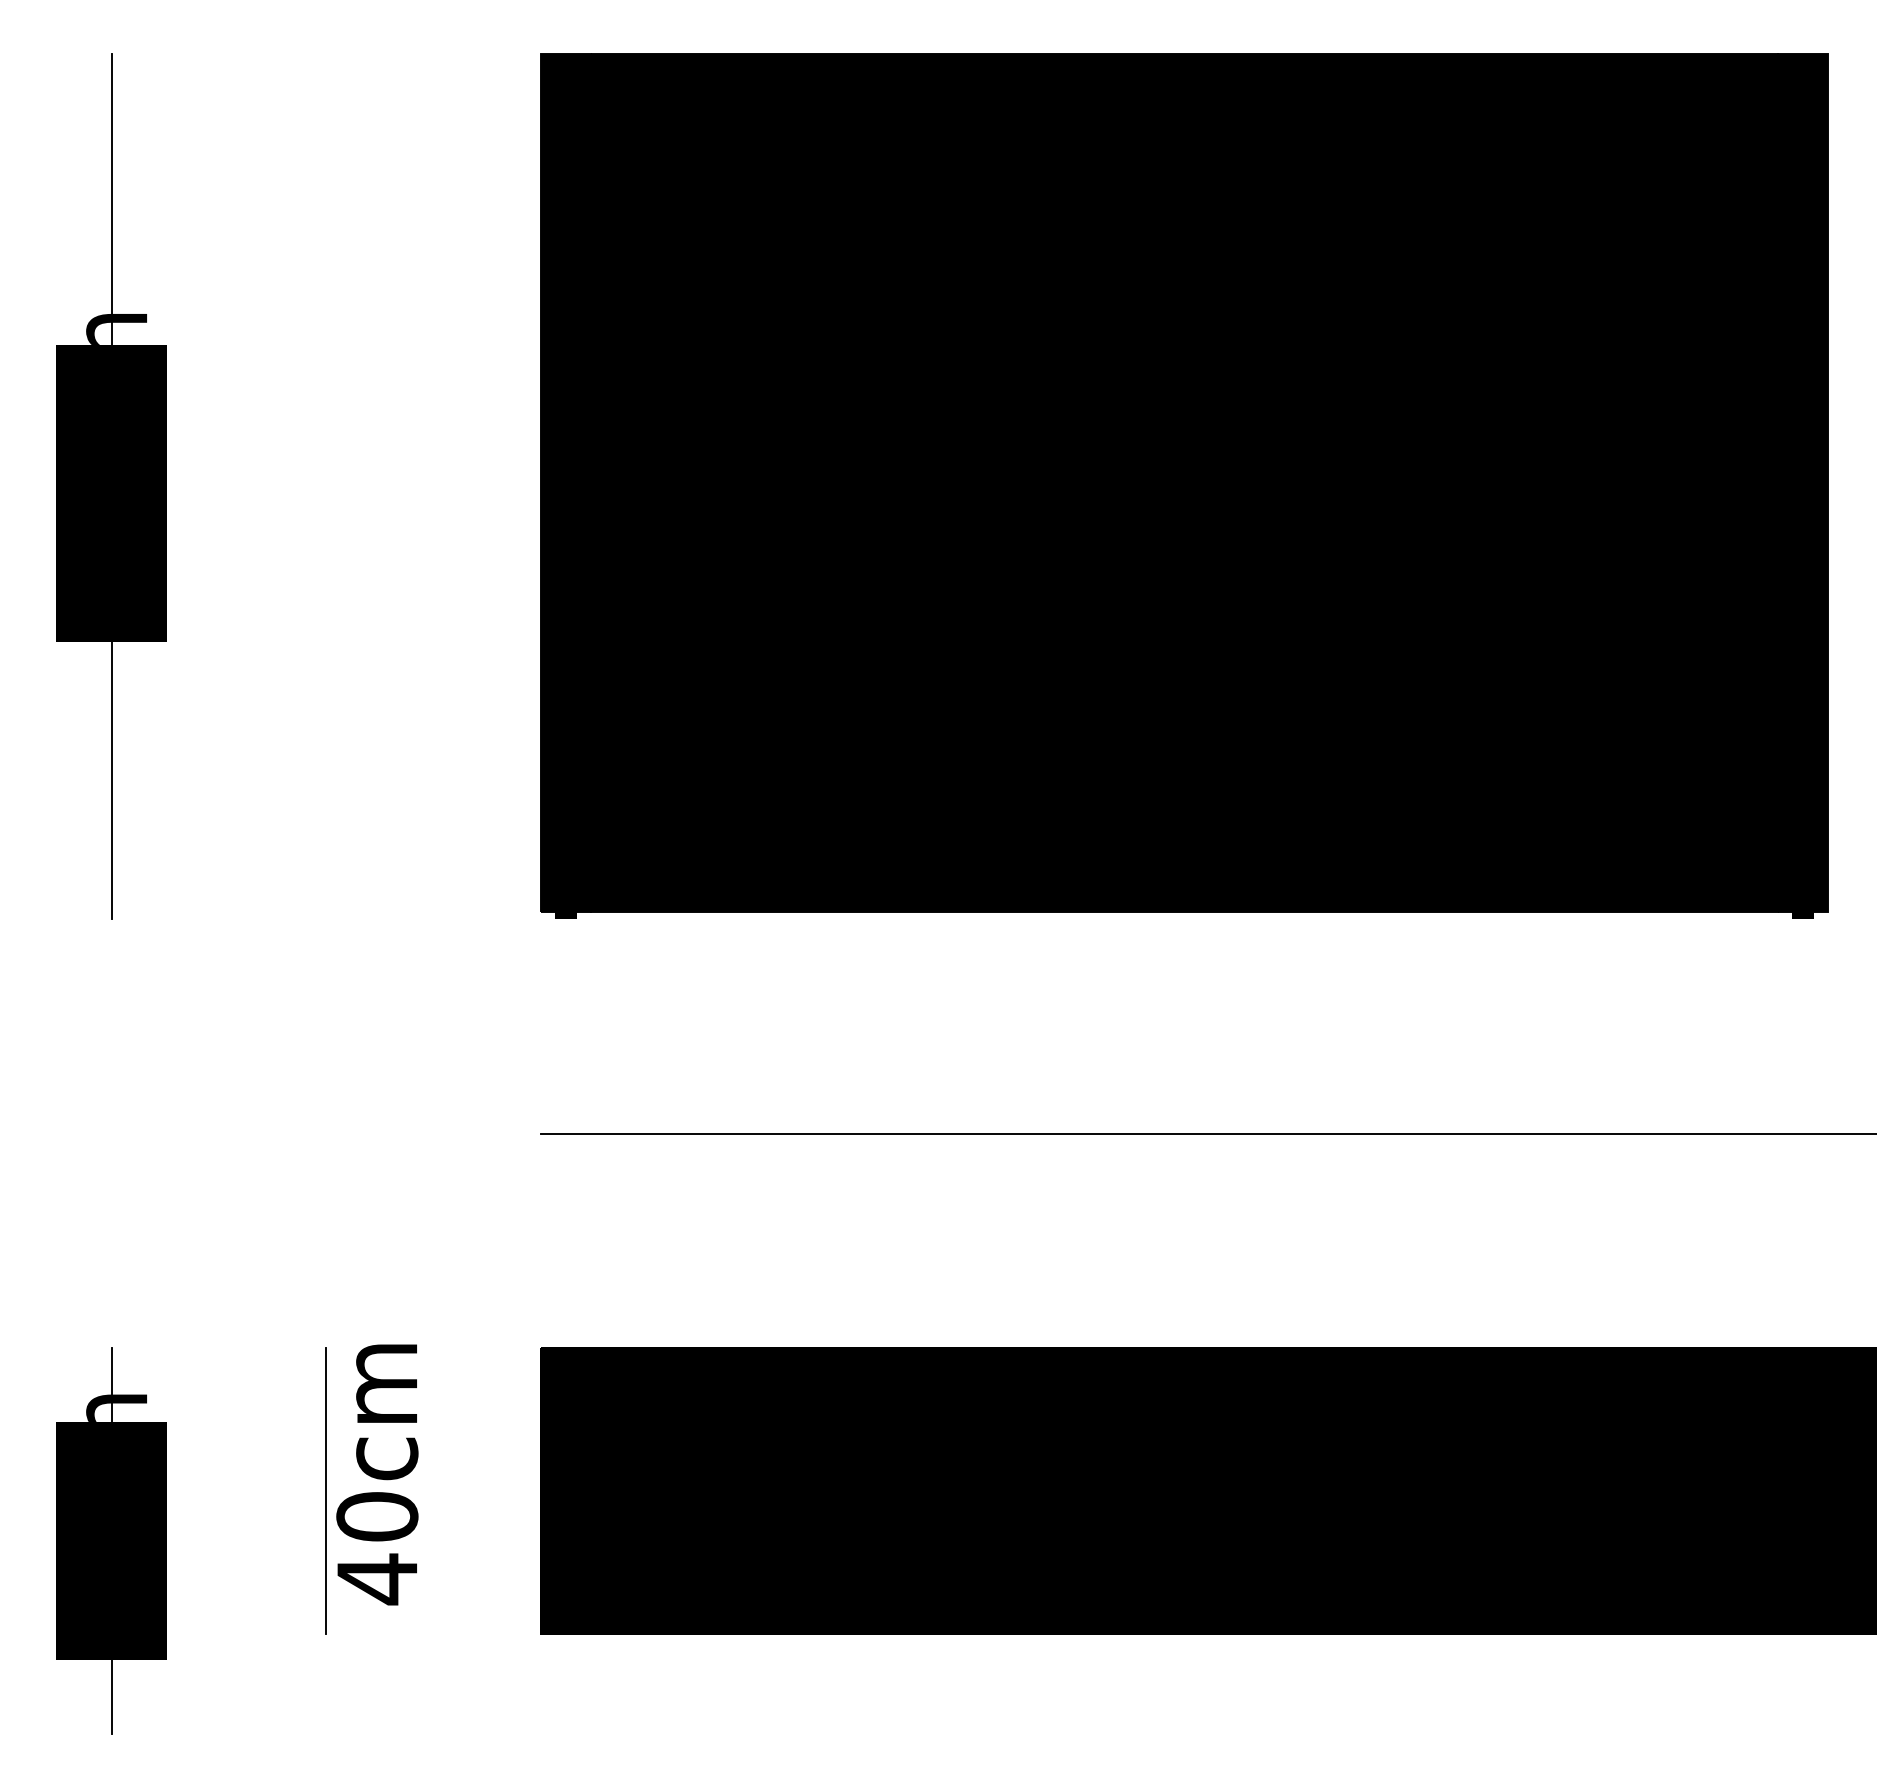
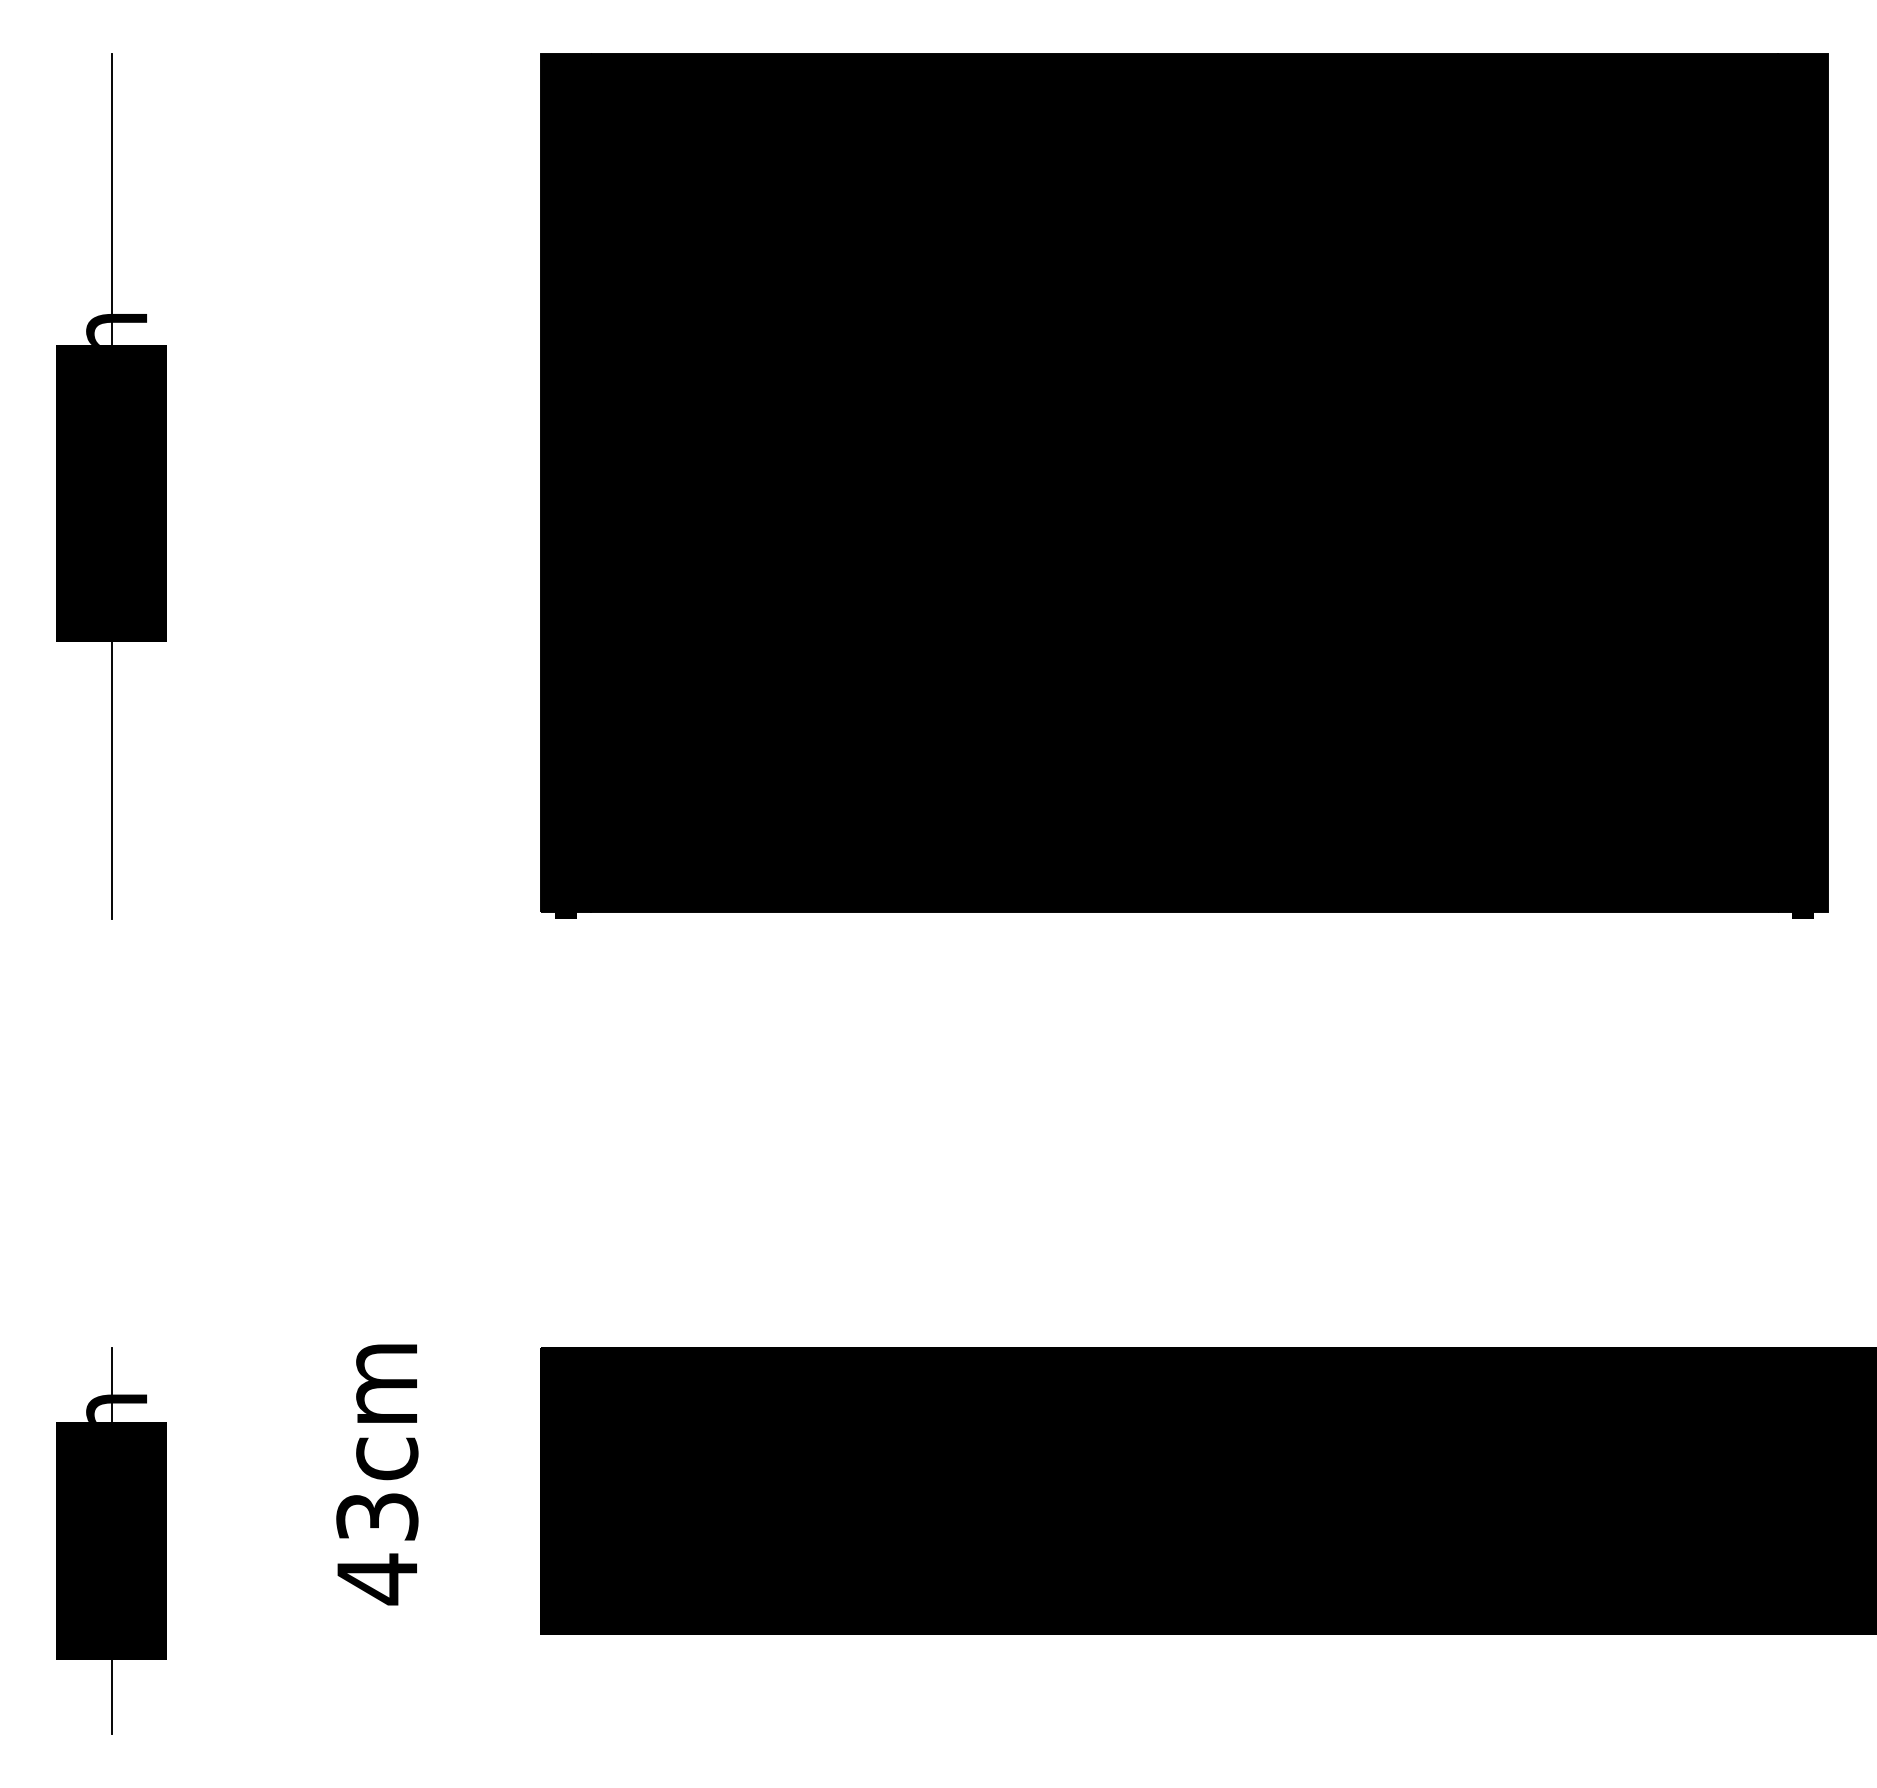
line at (1206, 1133): present -> none
line at (326, 1491): present -> none
text at (377, 1516): 40cm -> 43cm
